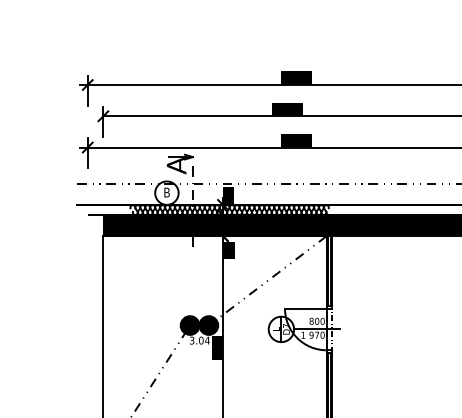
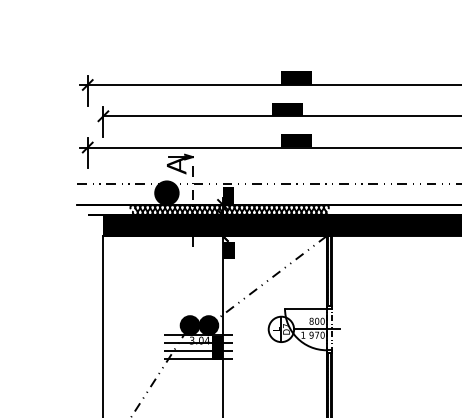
fill at (166, 192): none -> present
hatch at (197, 346): none -> present
